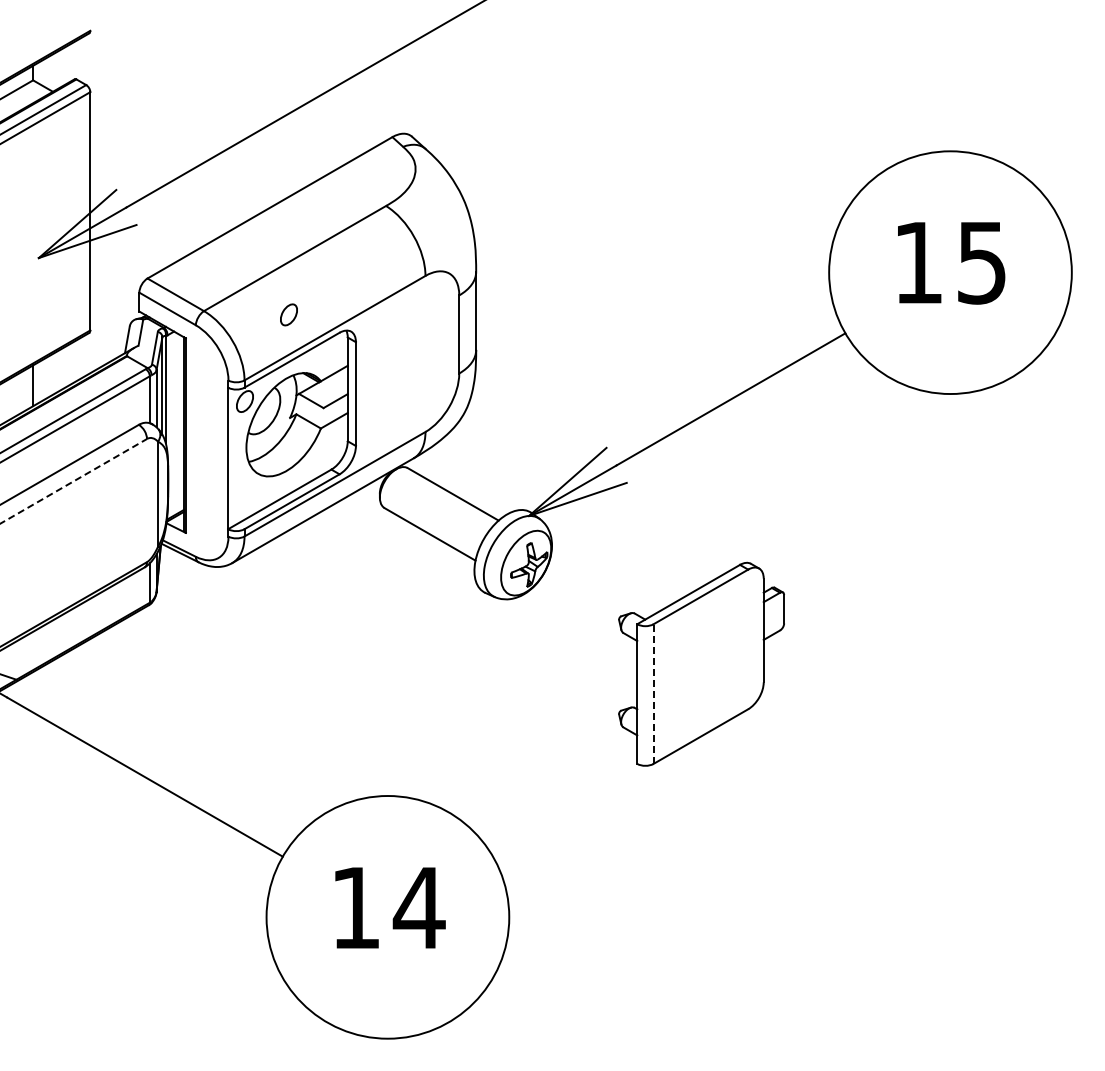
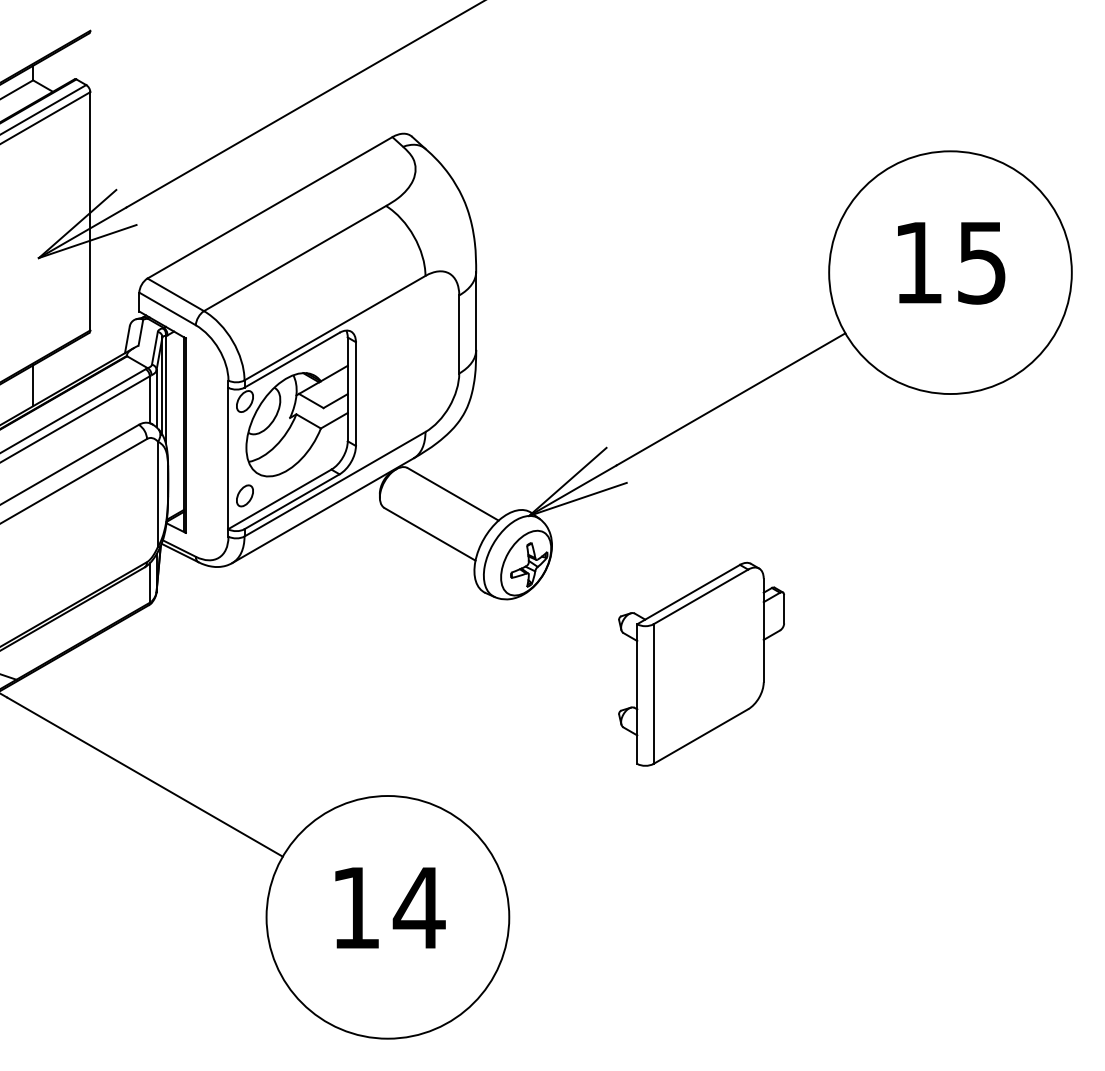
part at (288, 314) position: (288, 314) -> (244, 495)
line at (74, 481): dashed -> solid
line at (653, 694): dashed -> solid
